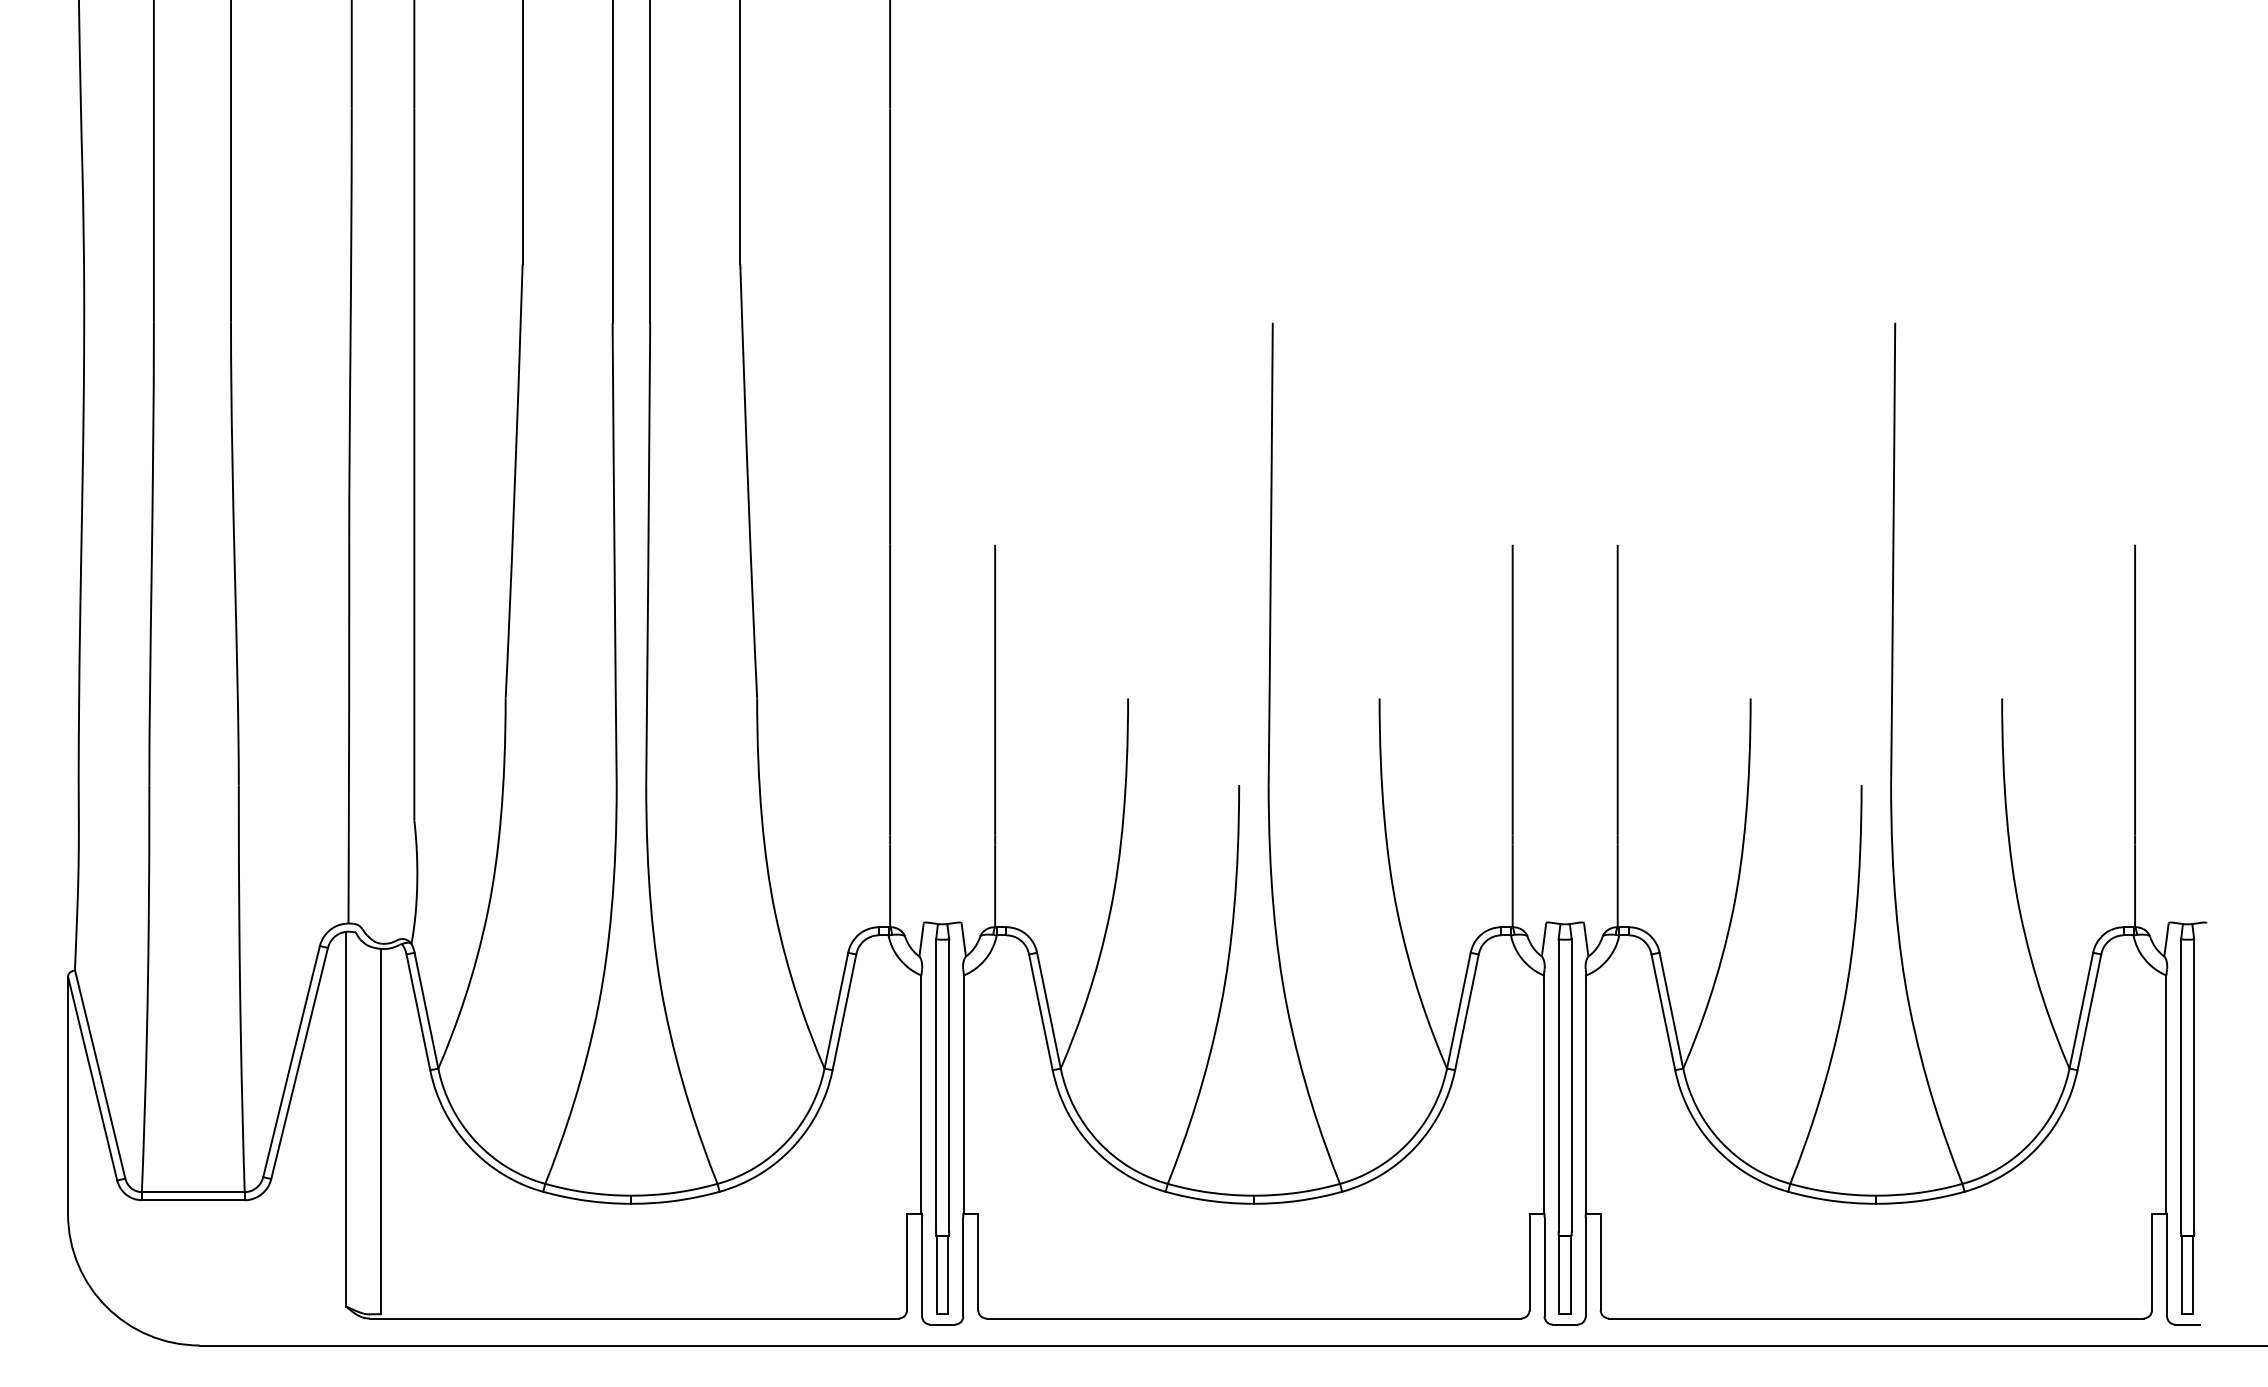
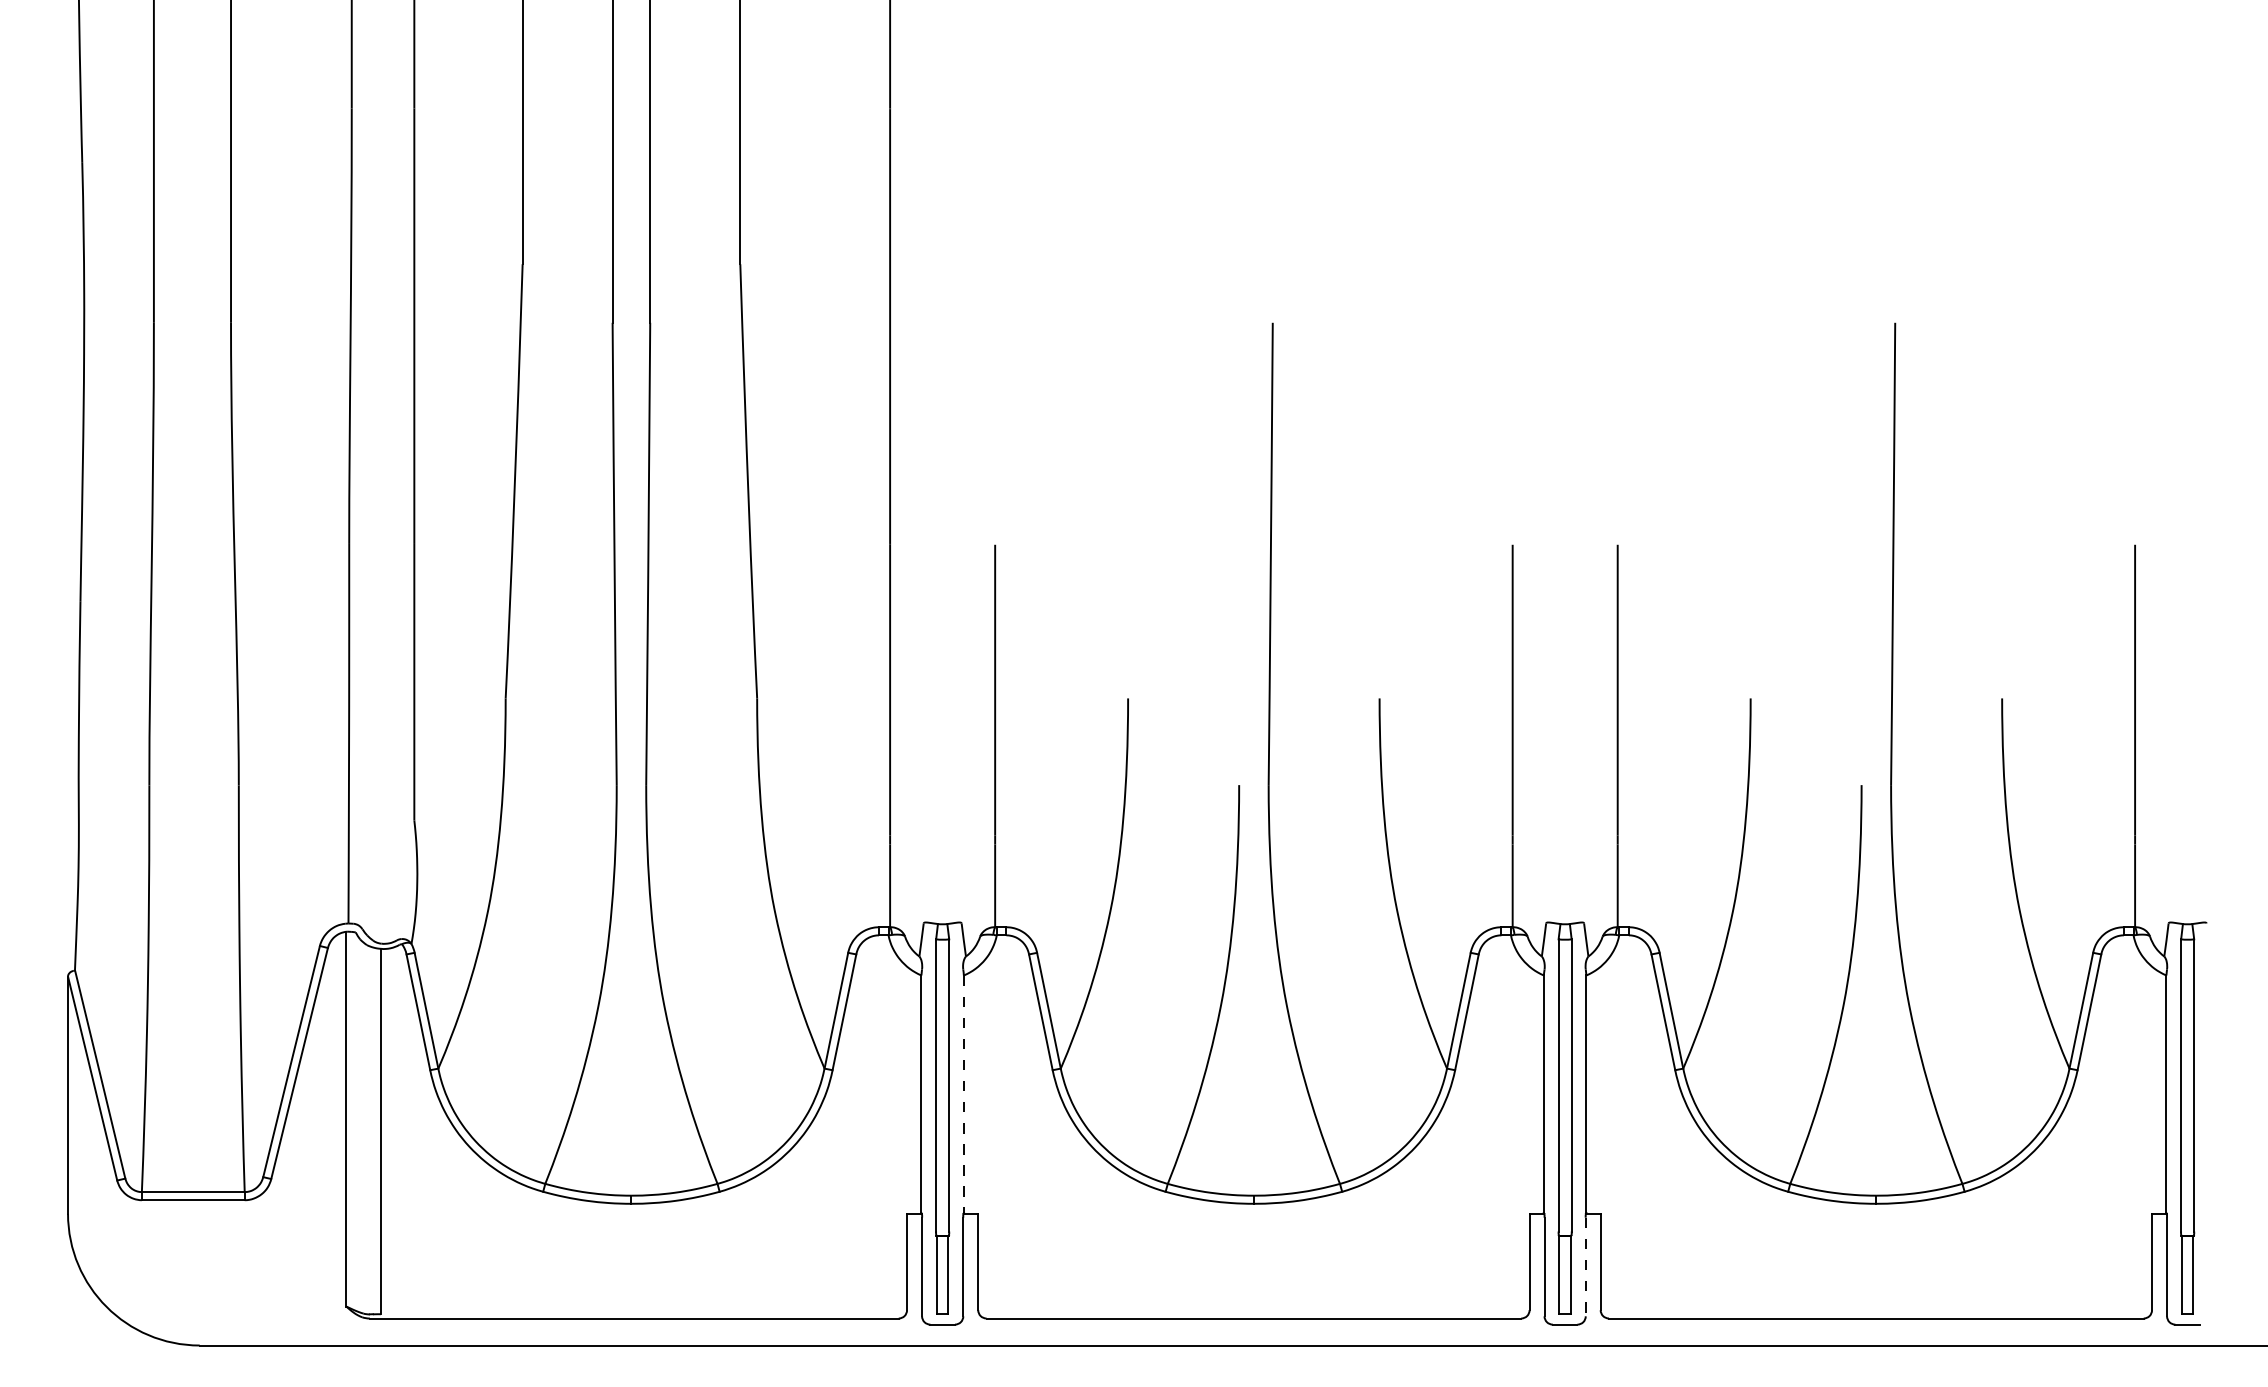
line at (963, 1094): solid -> dashed
line at (1585, 1267): solid -> dashed
